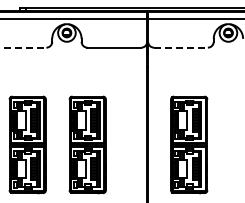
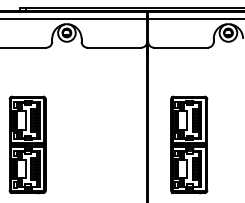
line at (23, 47): dashed -> solid
line at (180, 47): dashed -> solid
part at (87, 144): present -> none
